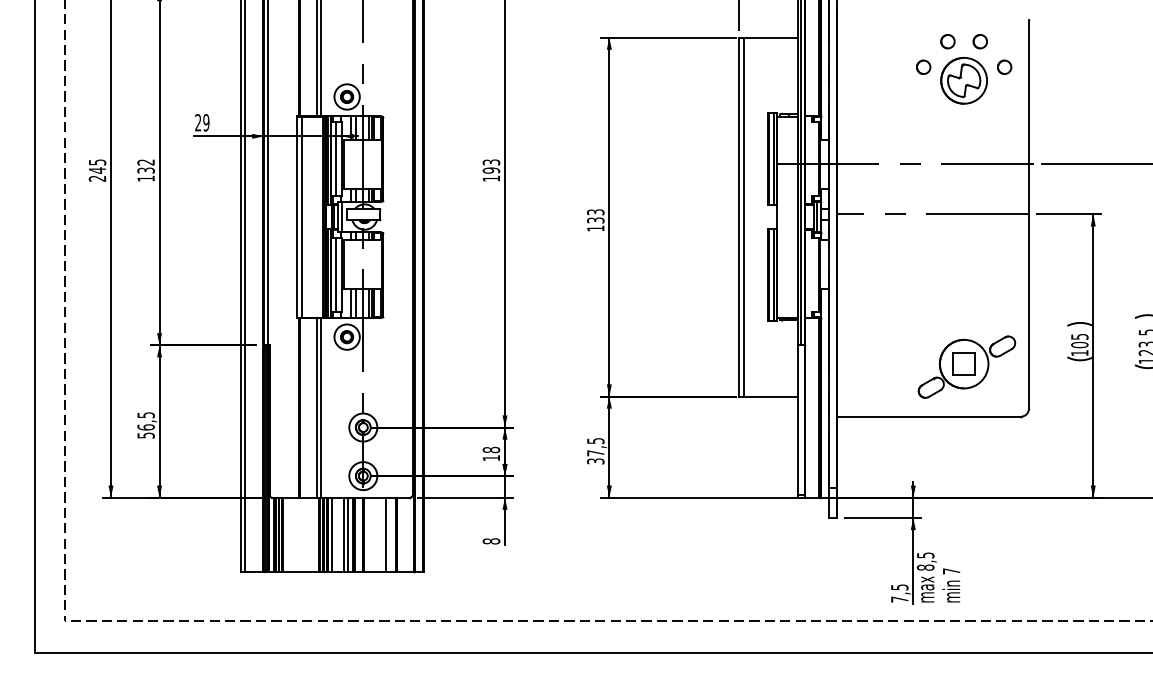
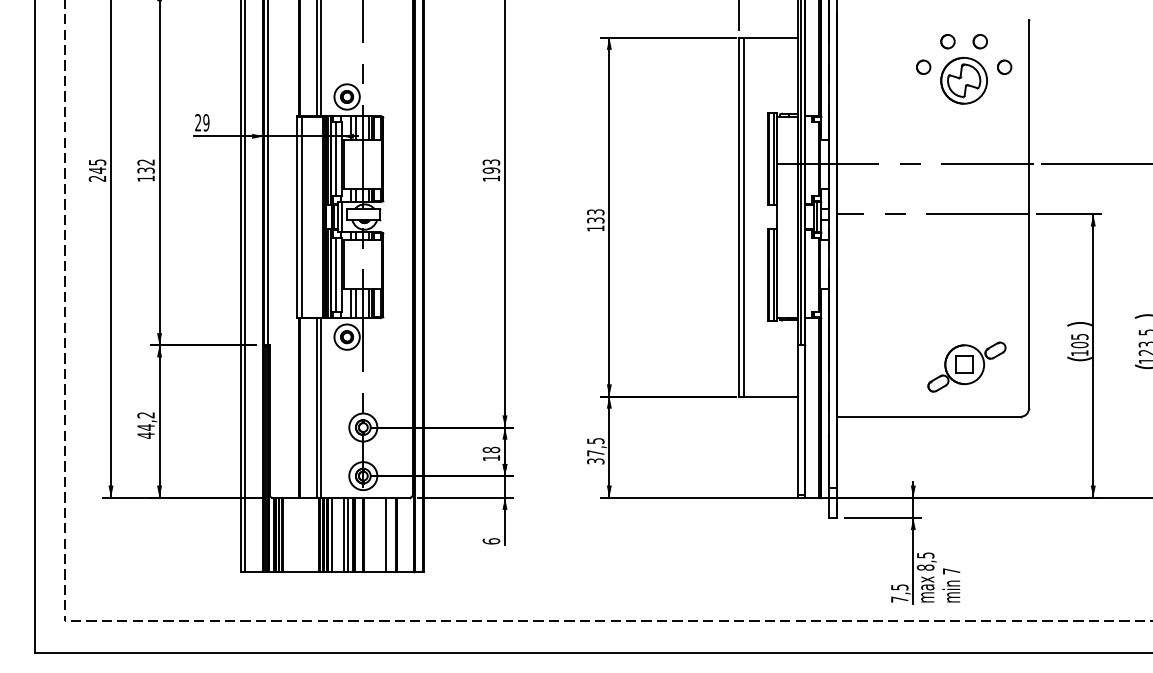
part at (966, 366) size: 100x64 px -> 80x52 px
text at (145, 425): 56,5 -> 44,2
text at (490, 541): 8 -> 6
